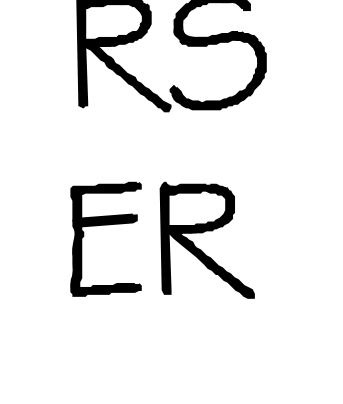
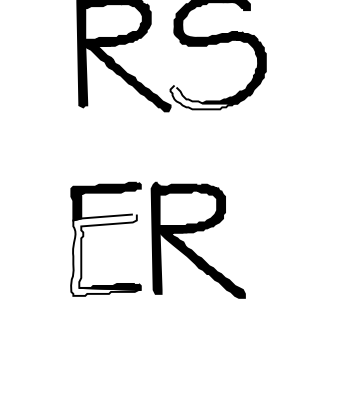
fill at (204, 97): present -> none
part at (202, 233) position: (202, 233) -> (193, 233)
fill at (105, 254): present -> none
